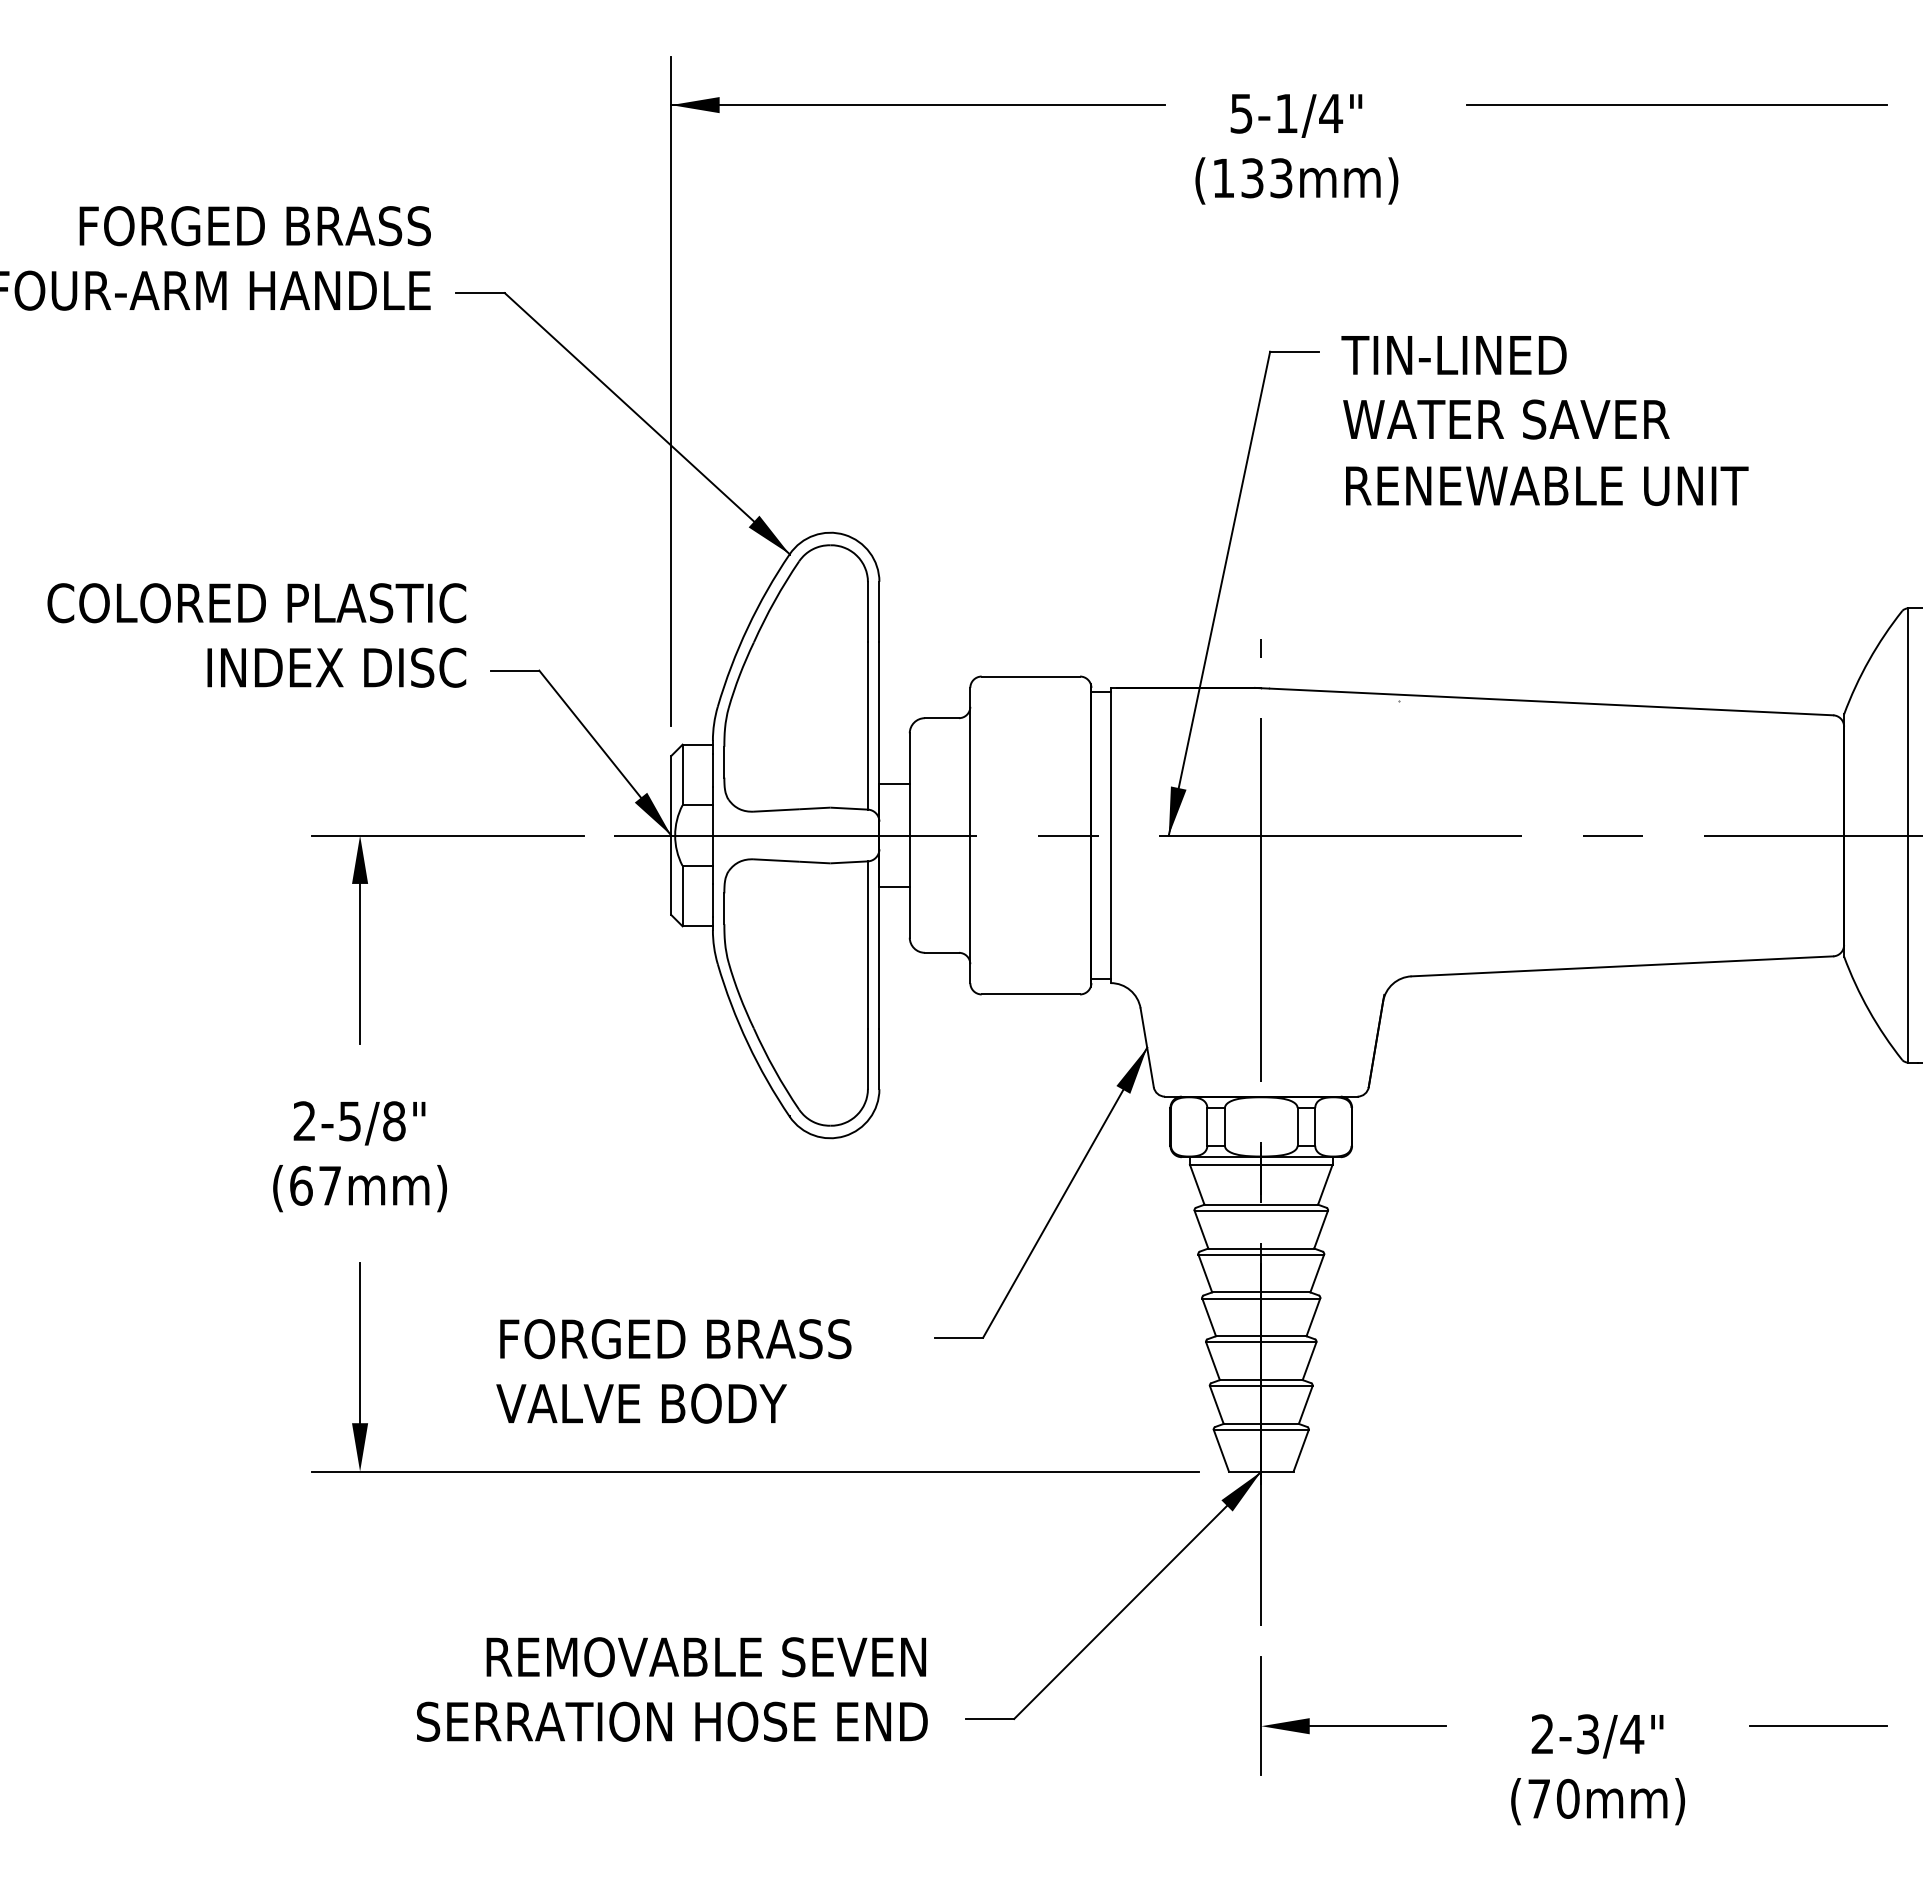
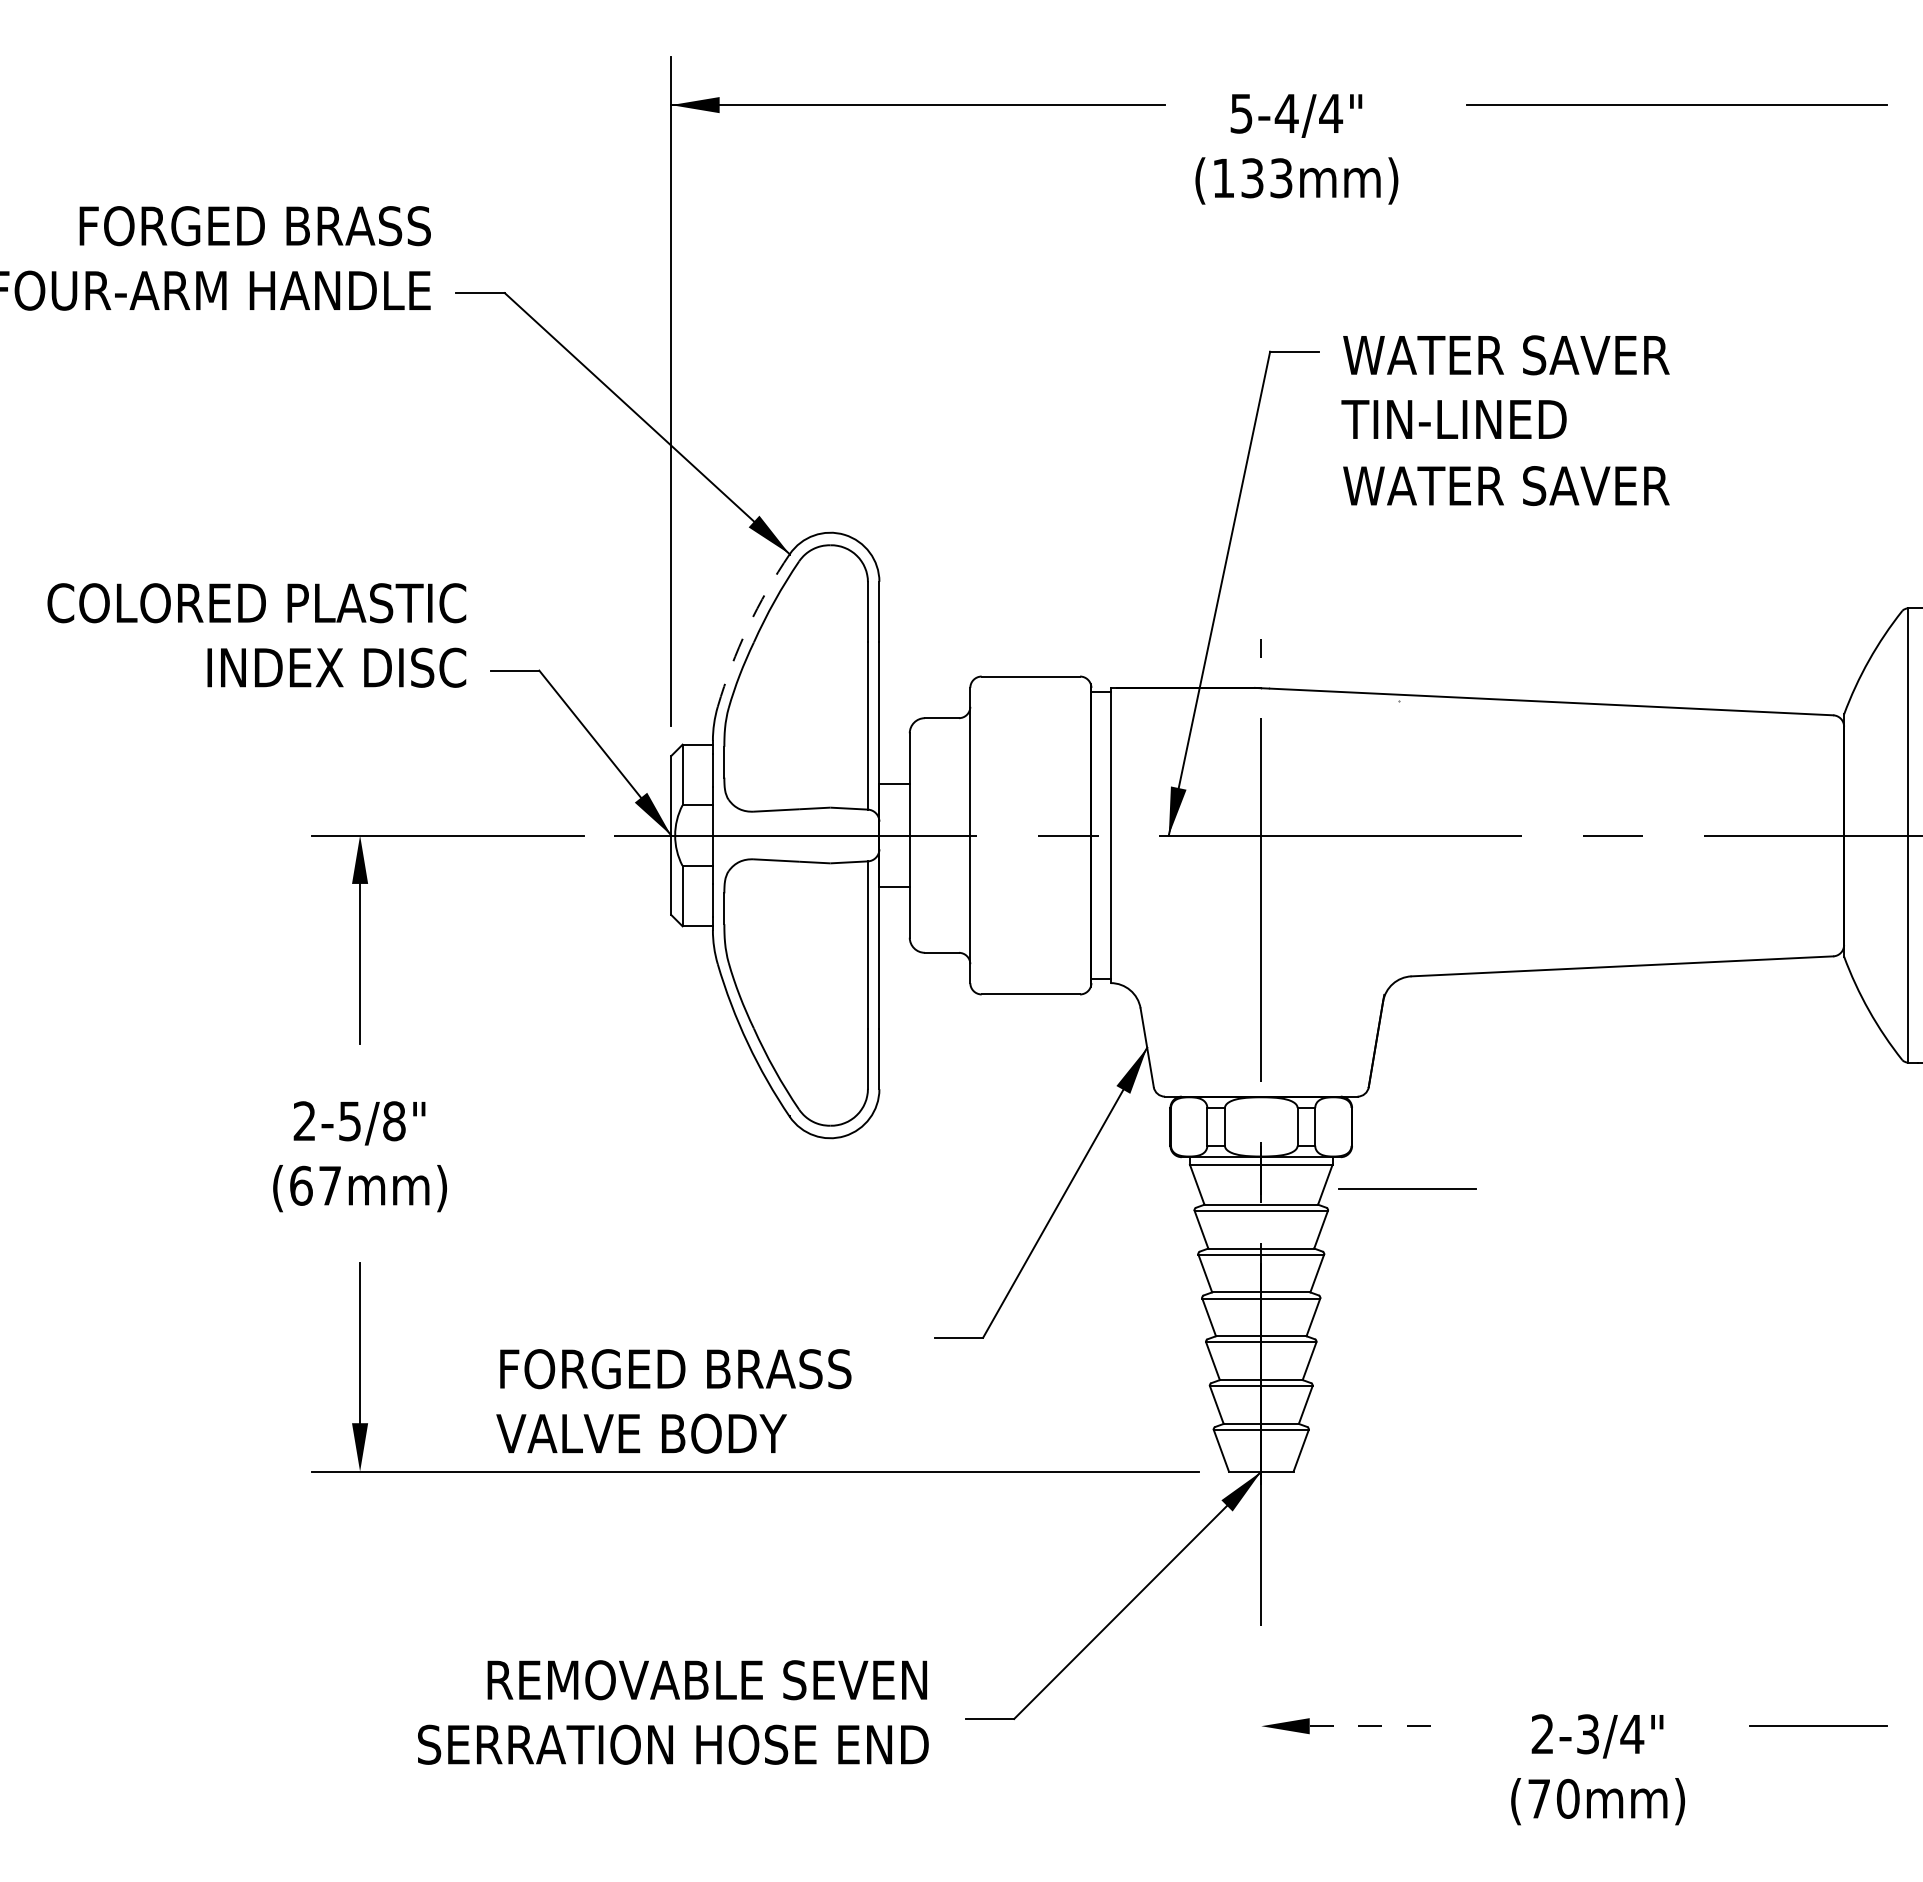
text at (1286, 113): 5-1/4" -> 5-4/4"
text at (1505, 355): TIN-LINED -> WATER SAVER
text at (1505, 419): WATER SAVER -> TIN-LINED
text at (1545, 486): RENEWABLE UNIT -> WATER SAVER
arc at (747, 627): solid -> dashed
line at (1407, 1188): none -> present
text at (673, 1371) position: (673, 1371) -> (673, 1401)
text at (672, 1689) position: (672, 1689) -> (673, 1712)
line at (1261, 1715): present -> none
line at (1378, 1726): solid -> dashed
